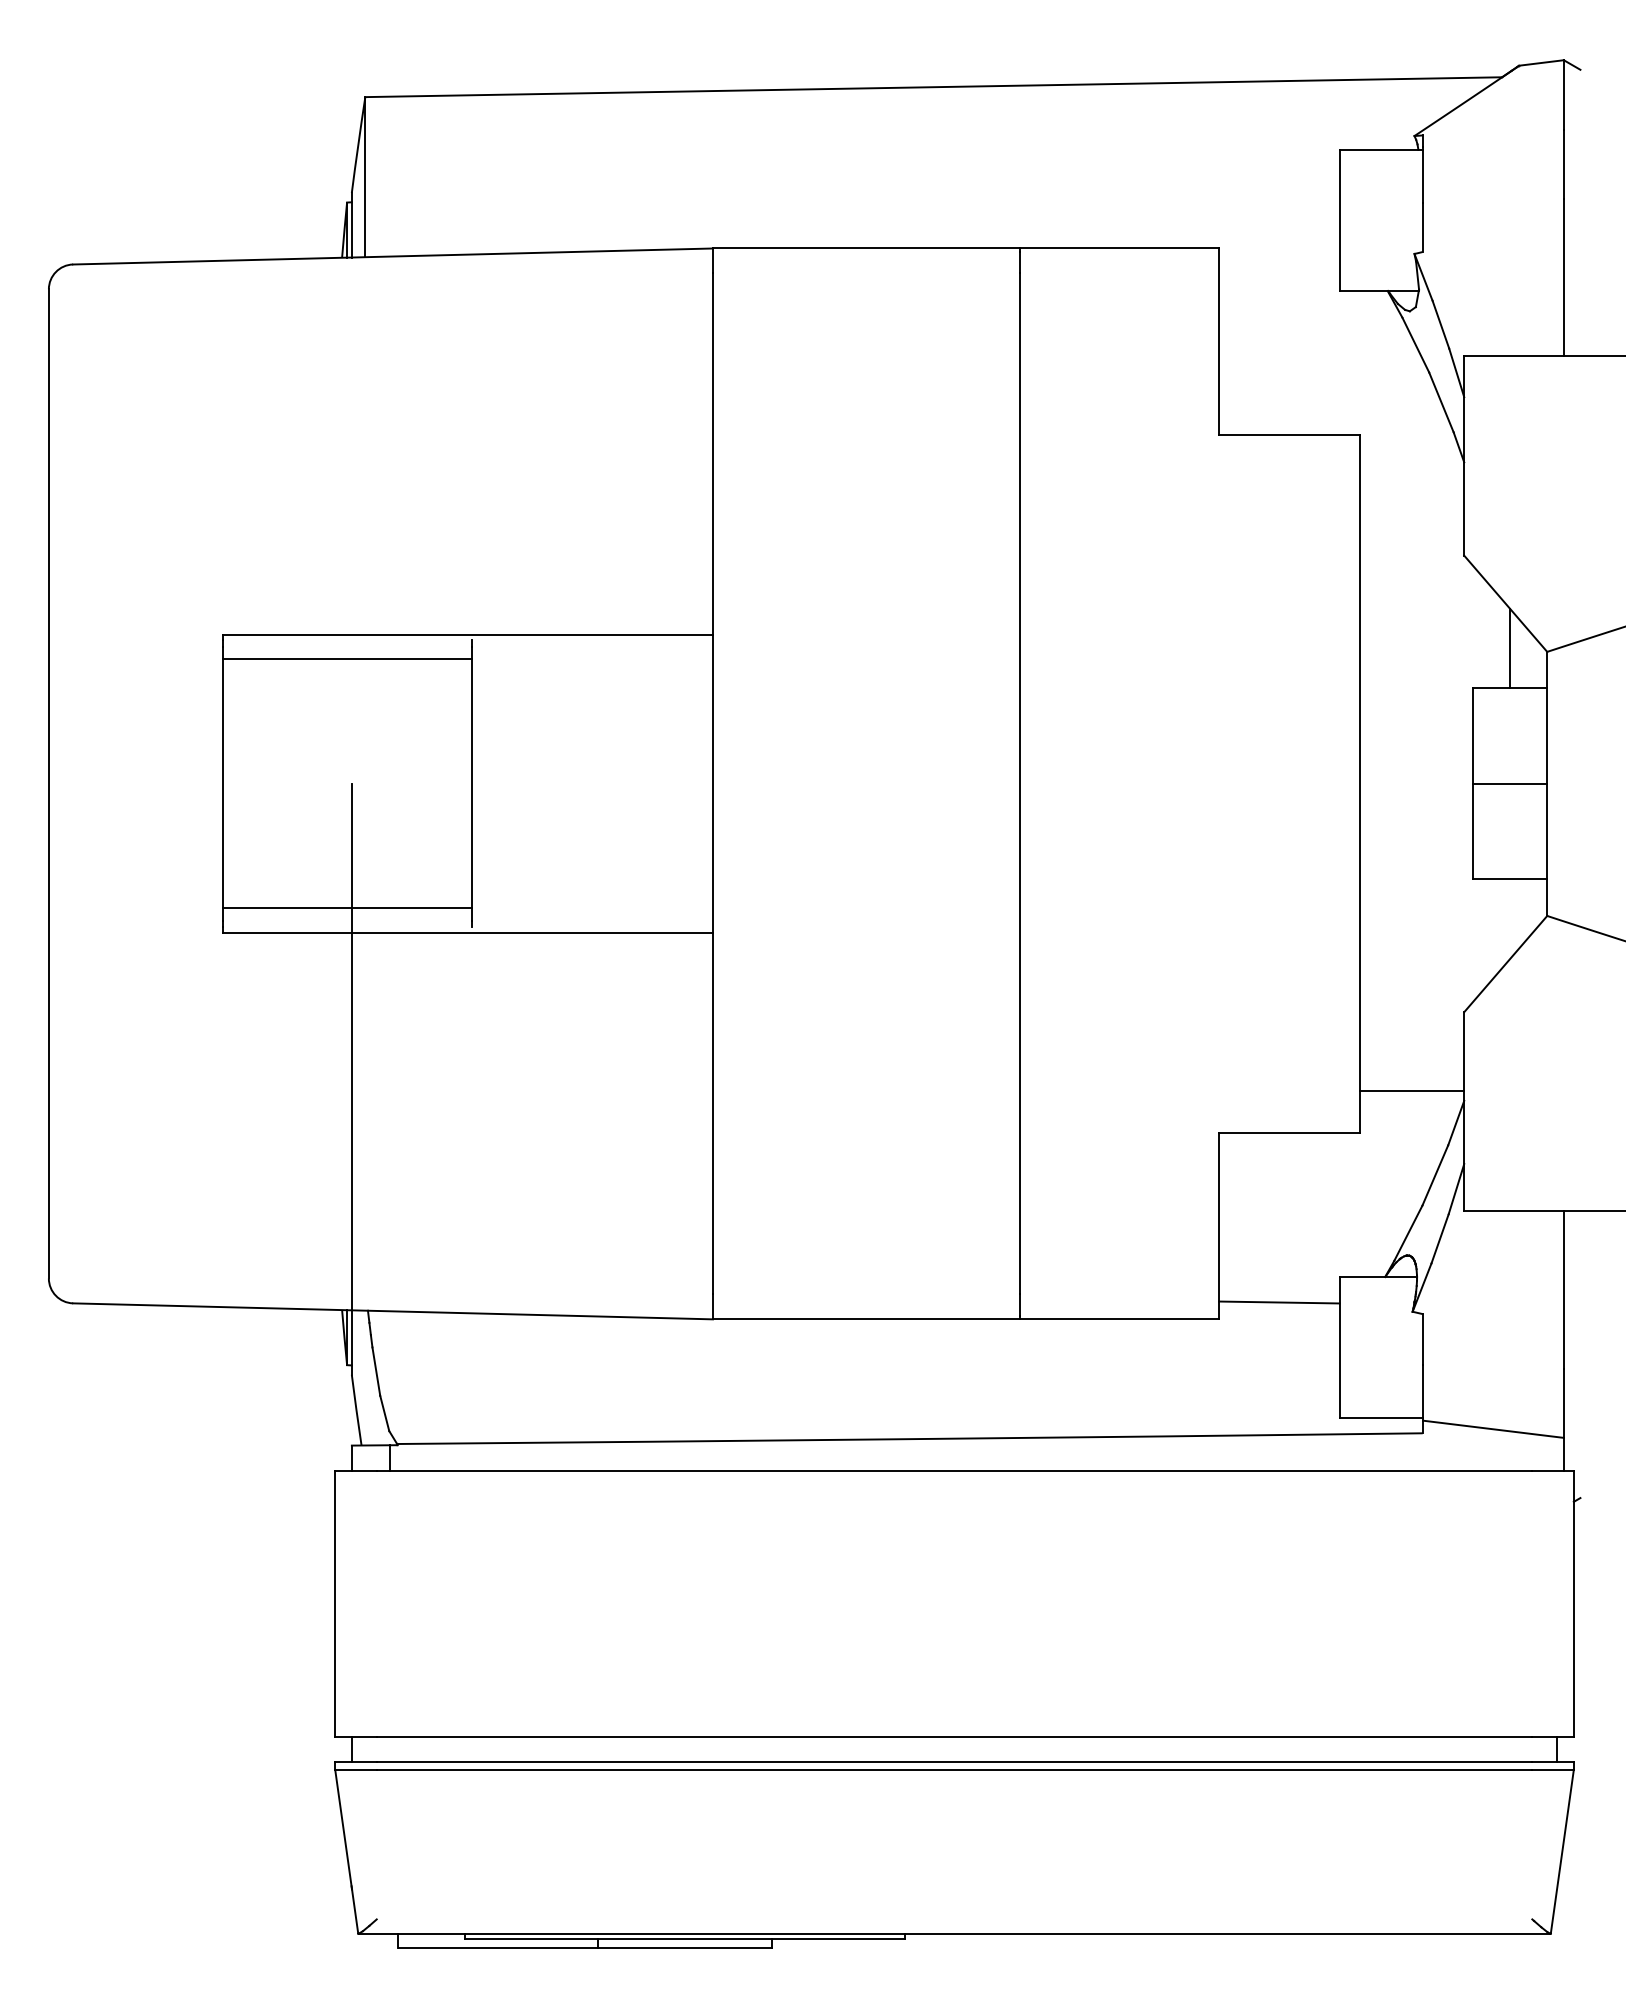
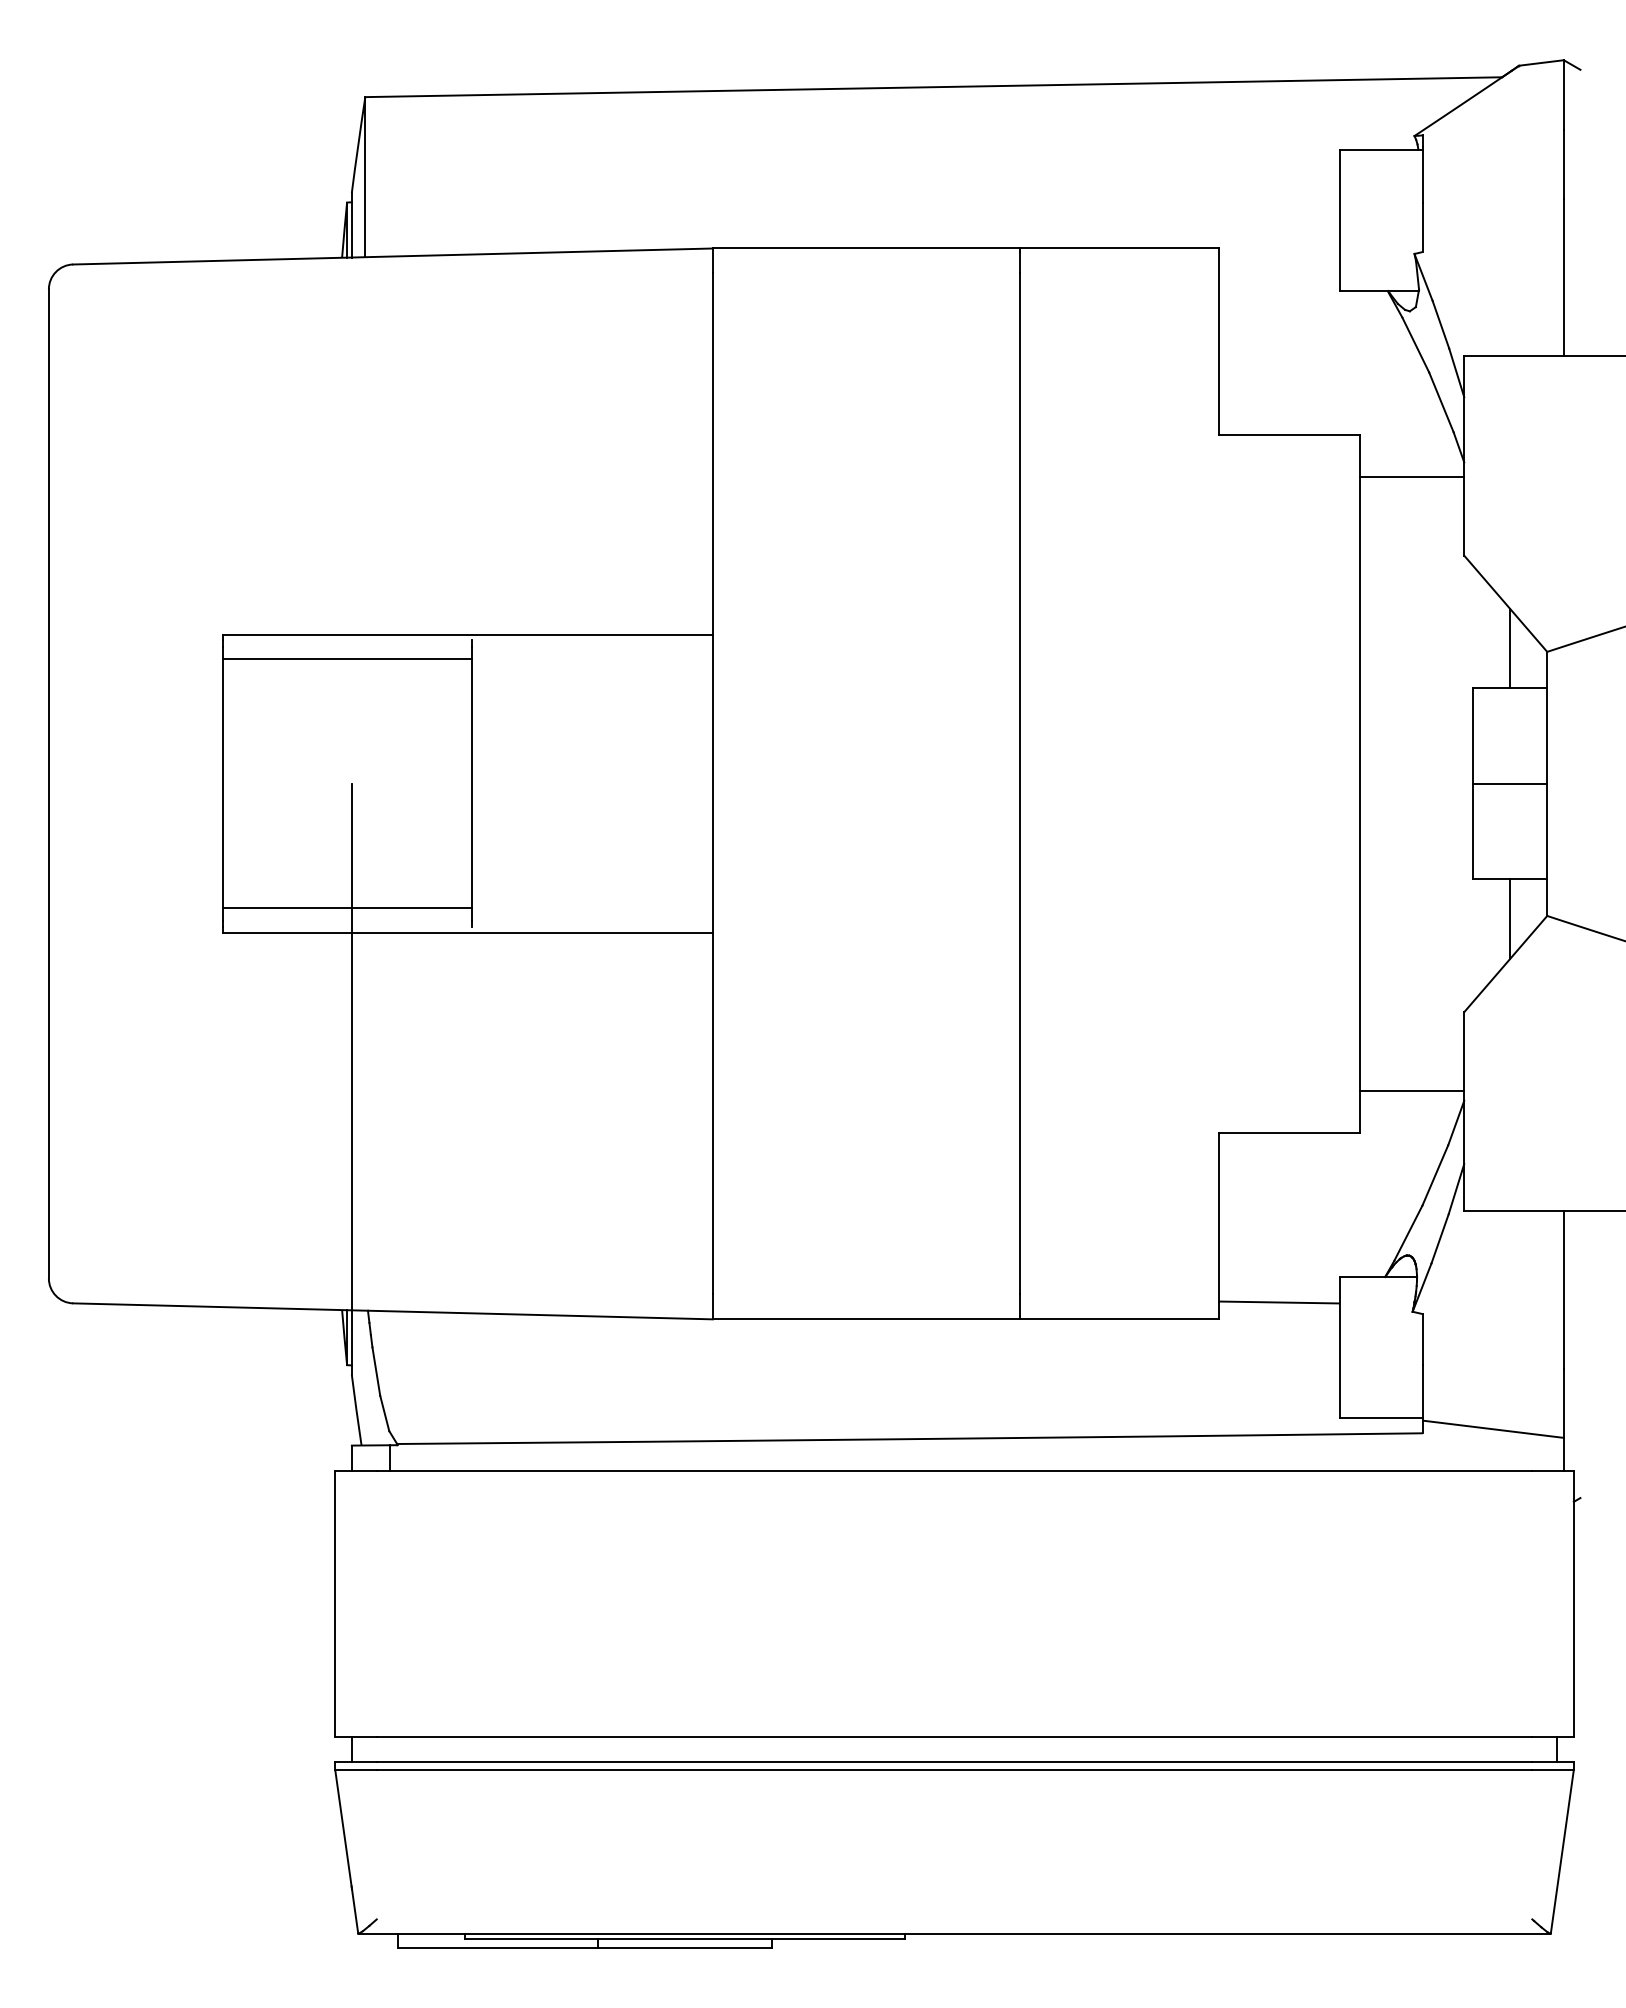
line at (1412, 477): none -> present
line at (1509, 919): none -> present
